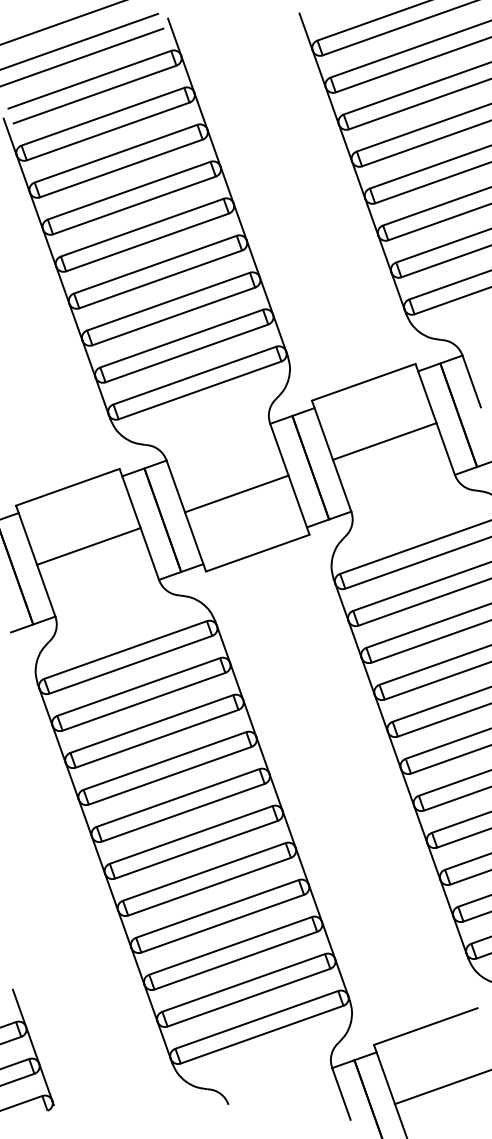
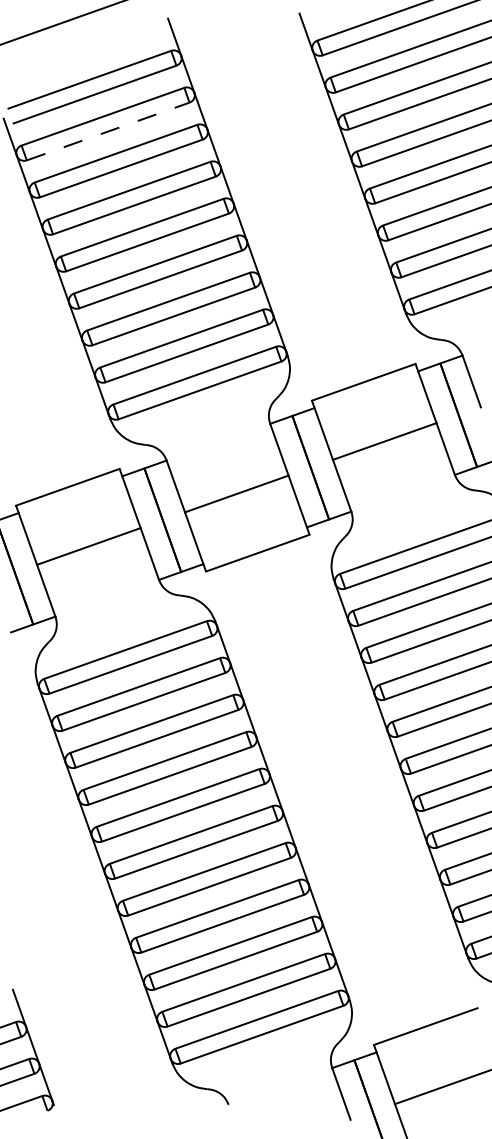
line at (80, 40): present -> none
line at (82, 56): present -> none
line at (108, 131): solid -> dashed
